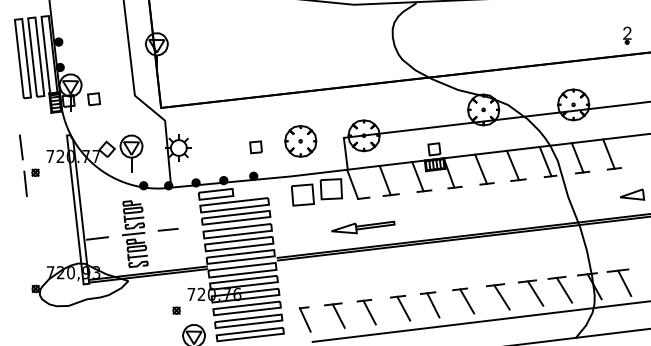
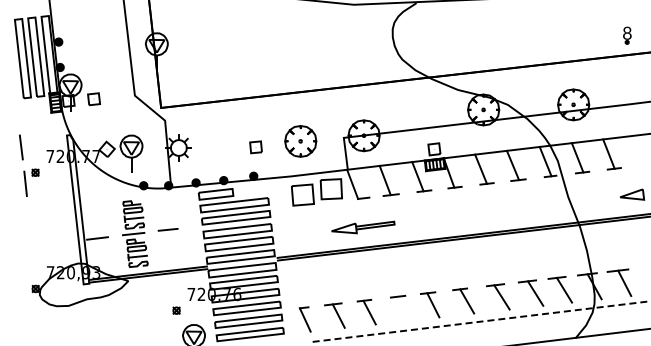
text at (627, 33): 2 -> 8
line at (403, 308): present -> none
line at (481, 321): solid -> dashed
